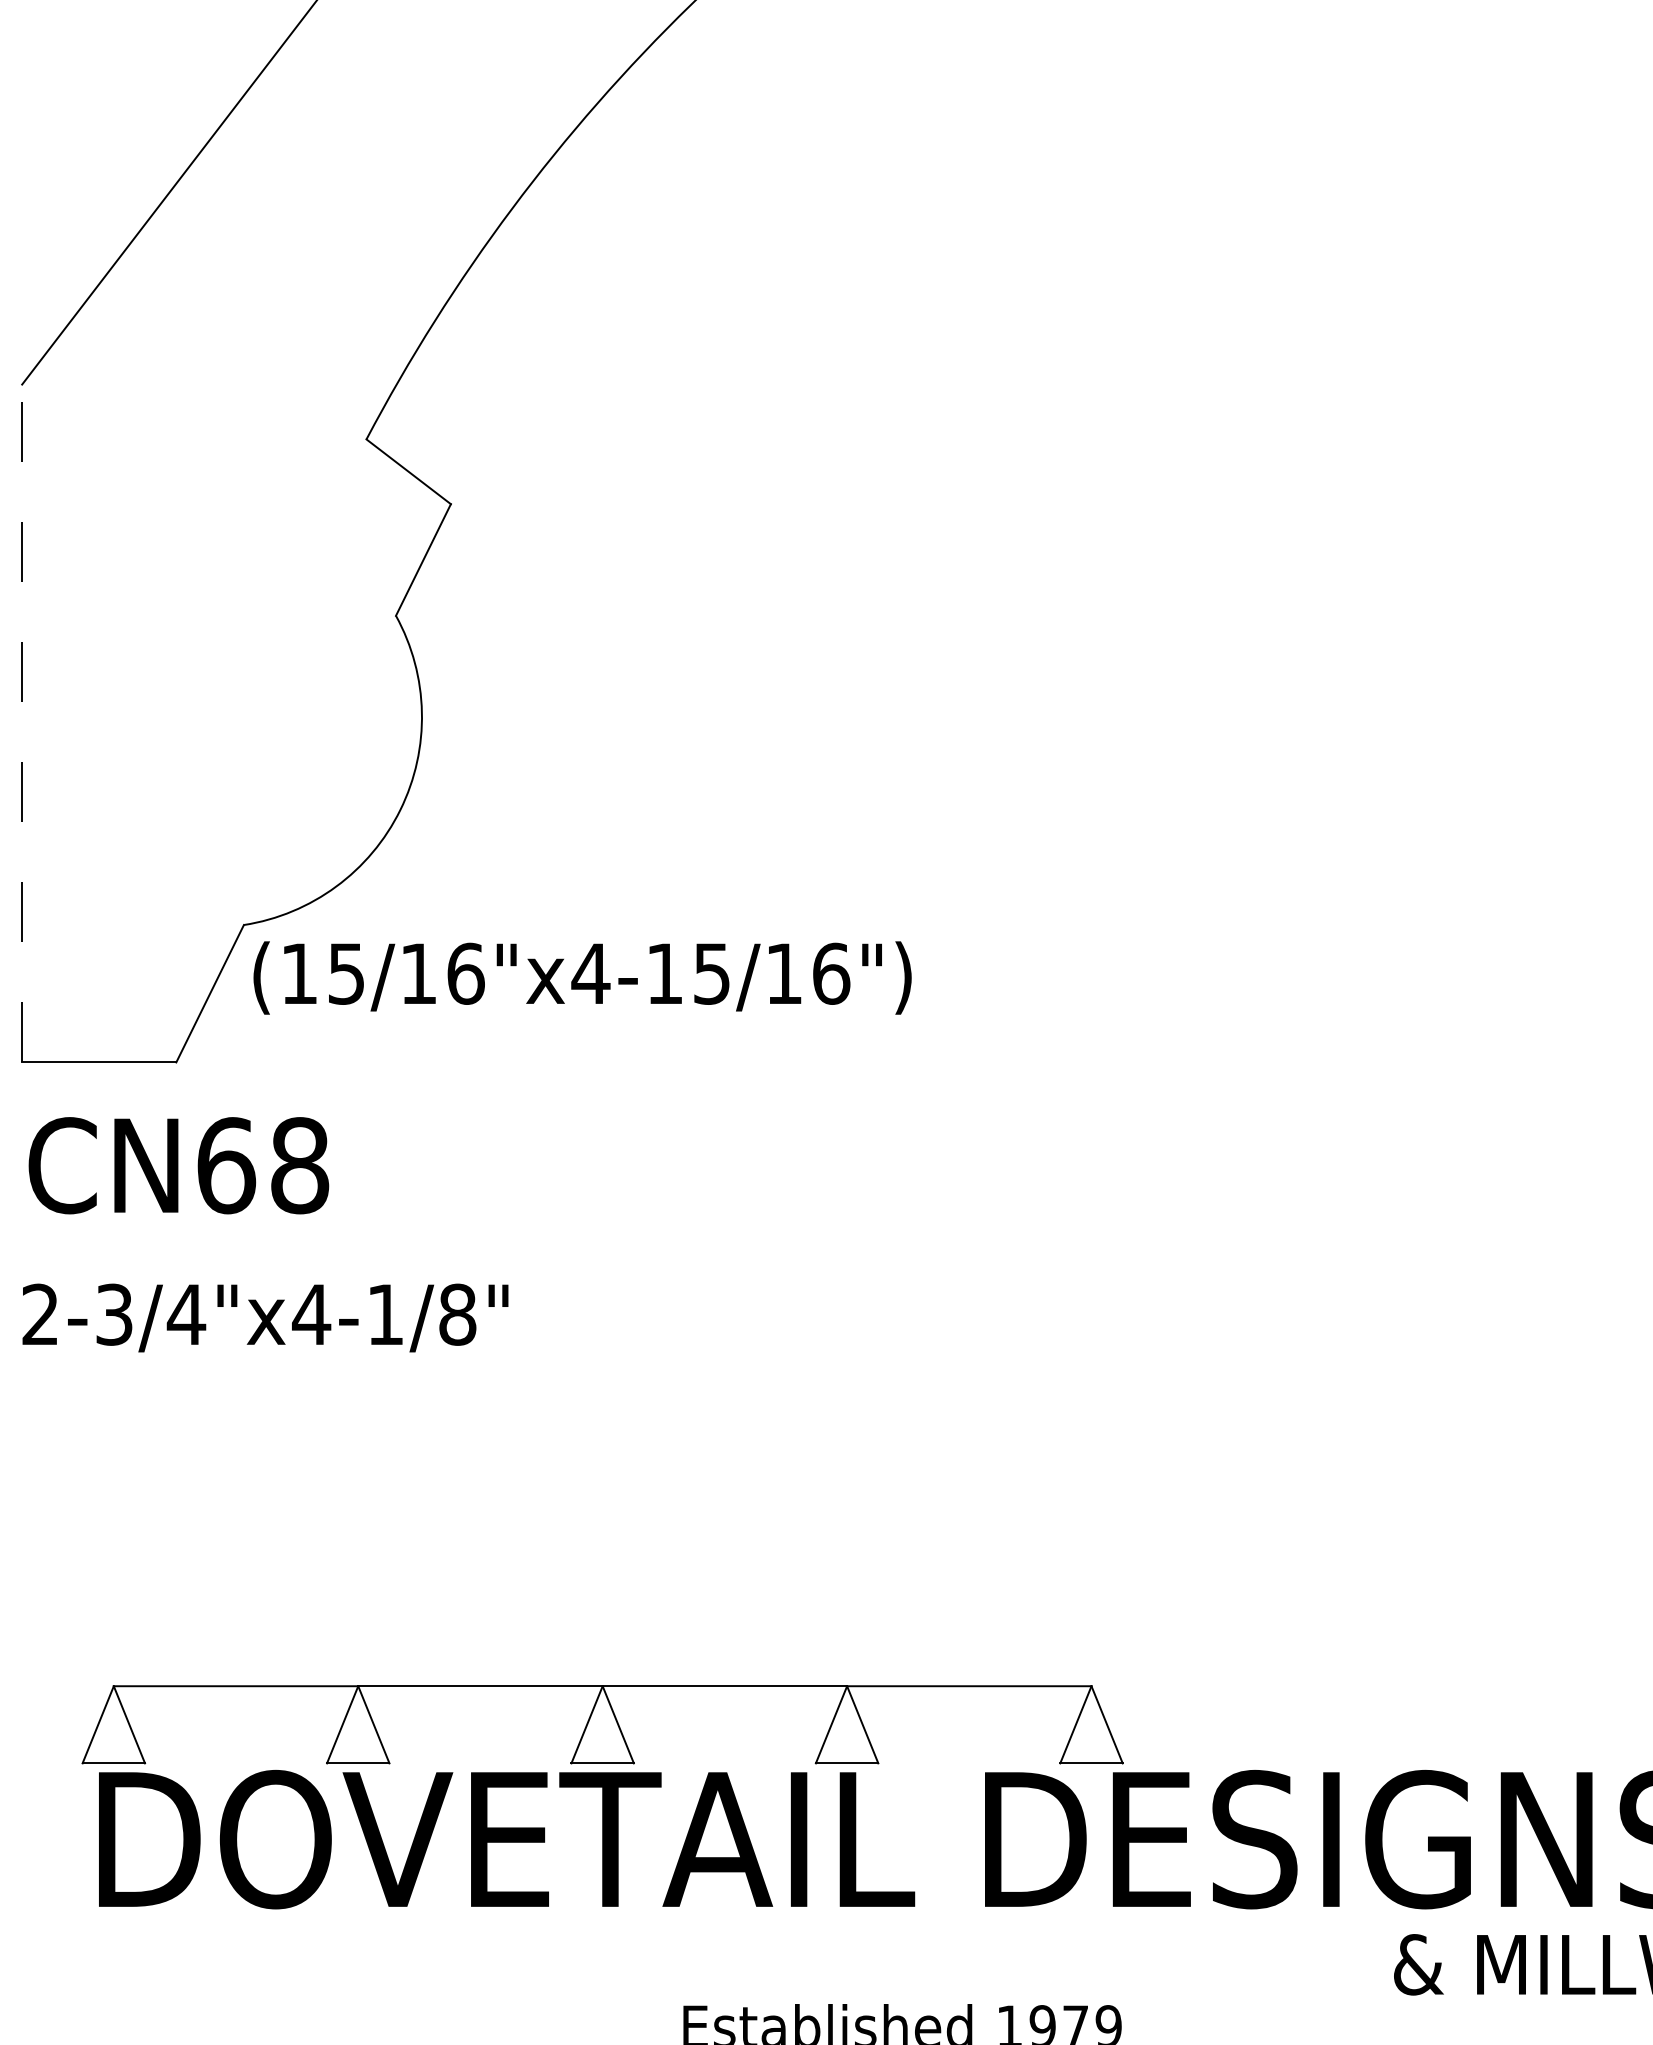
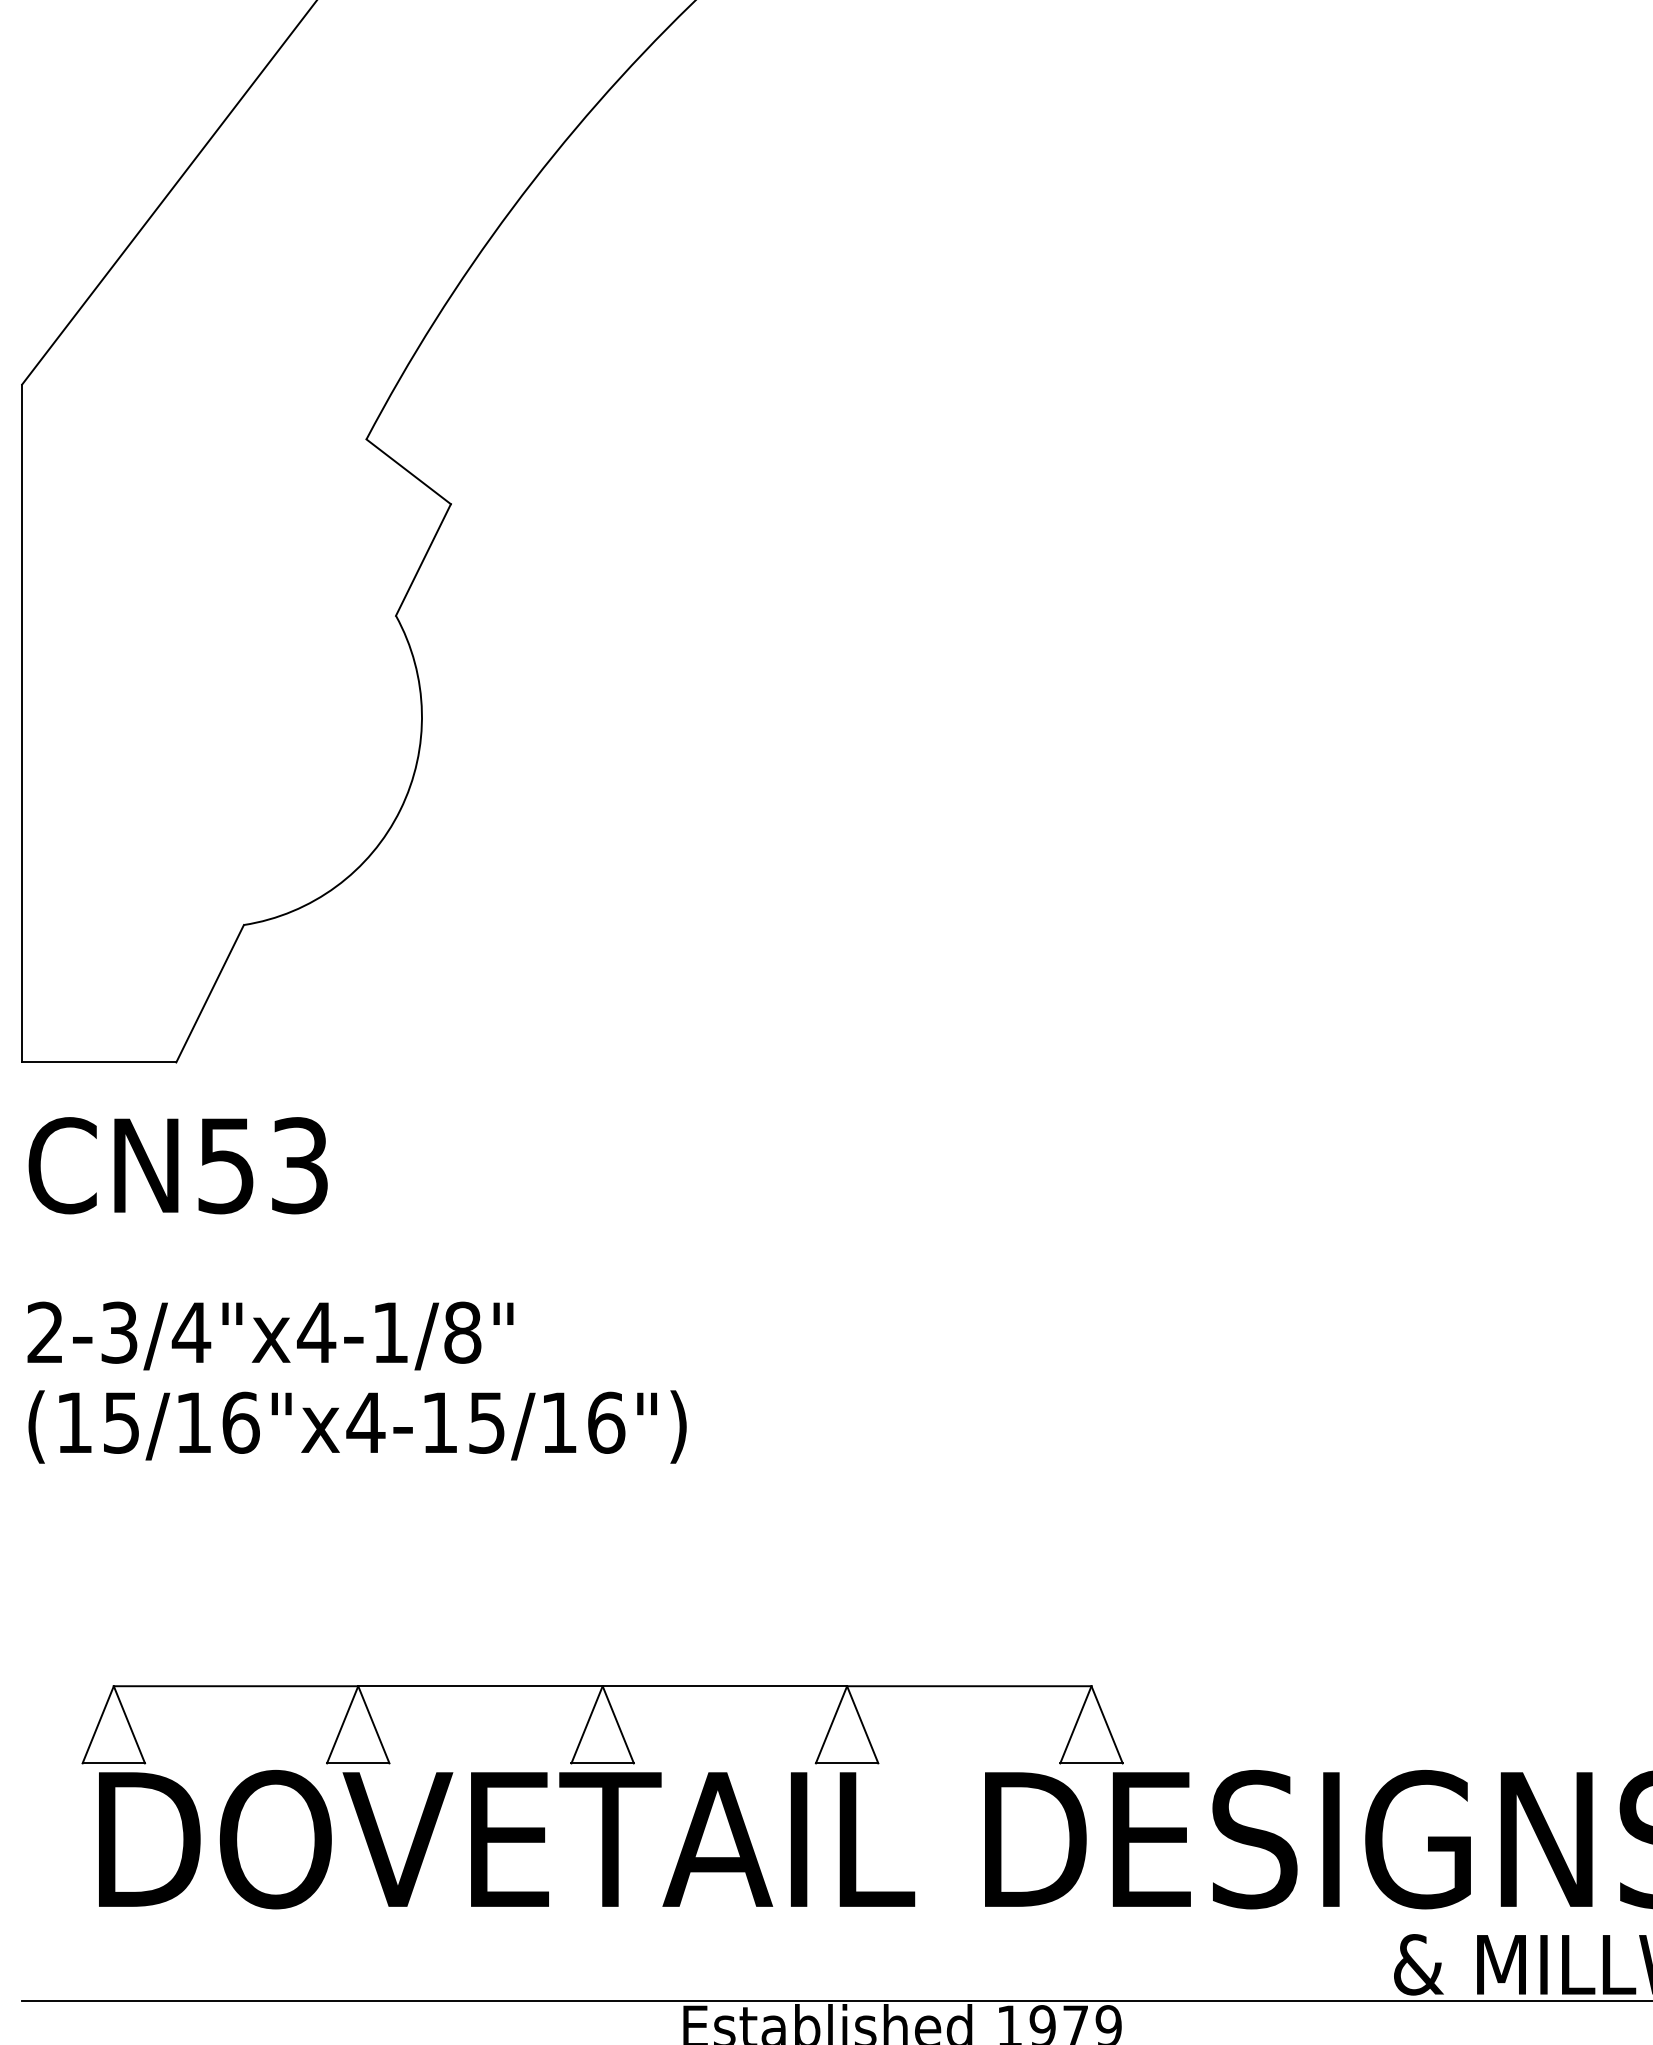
line at (22, 723): dashed -> solid
text at (582, 977) position: (582, 977) -> (357, 1426)
text at (263, 1165): CN68 -> CN53
text at (265, 1317) position: (265, 1317) -> (270, 1335)
line at (835, 2000): none -> present
